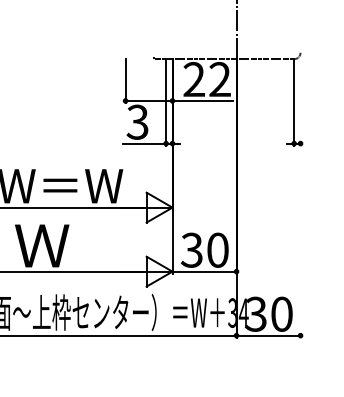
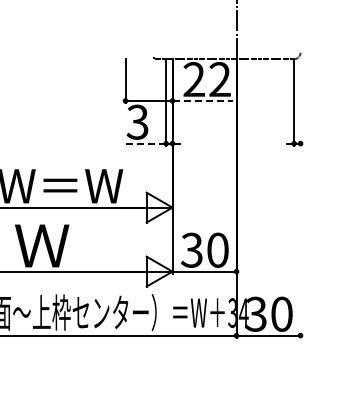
line at (203, 100): solid -> dashed
line at (144, 143): solid -> dashed
